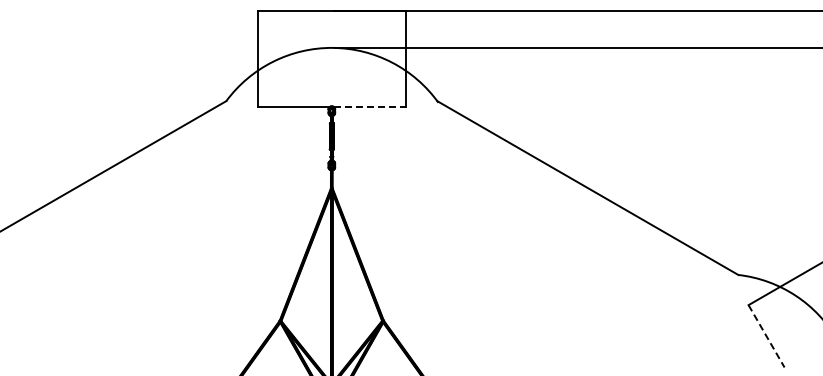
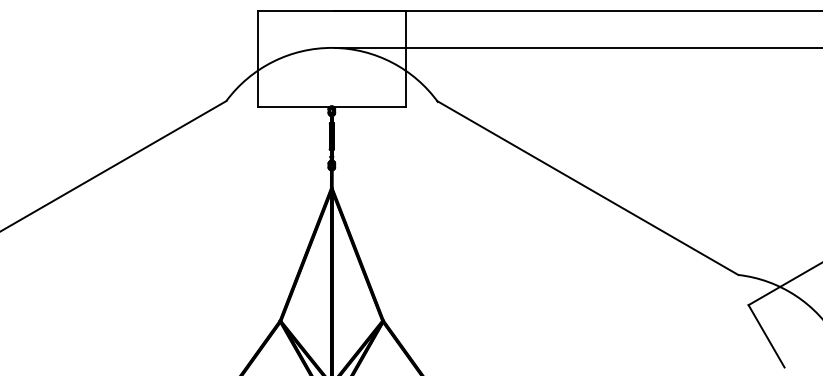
line at (370, 107): dashed -> solid
line at (766, 336): dashed -> solid
